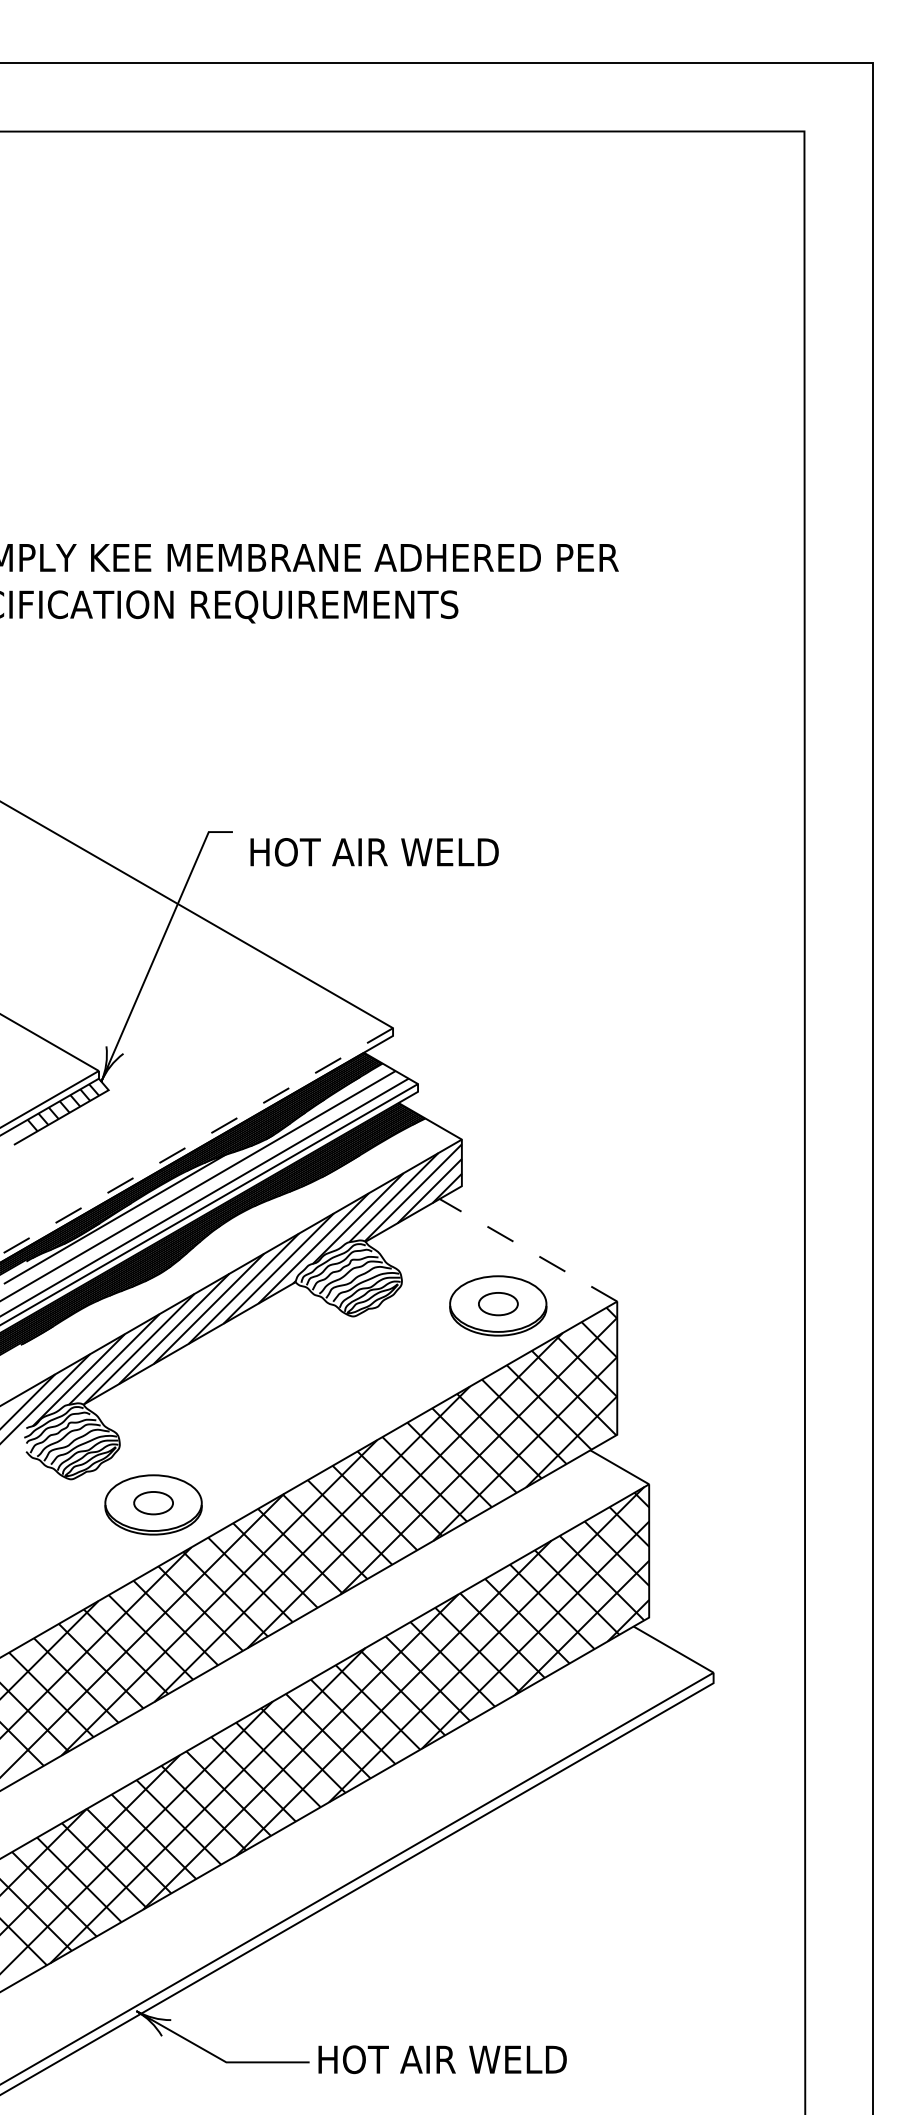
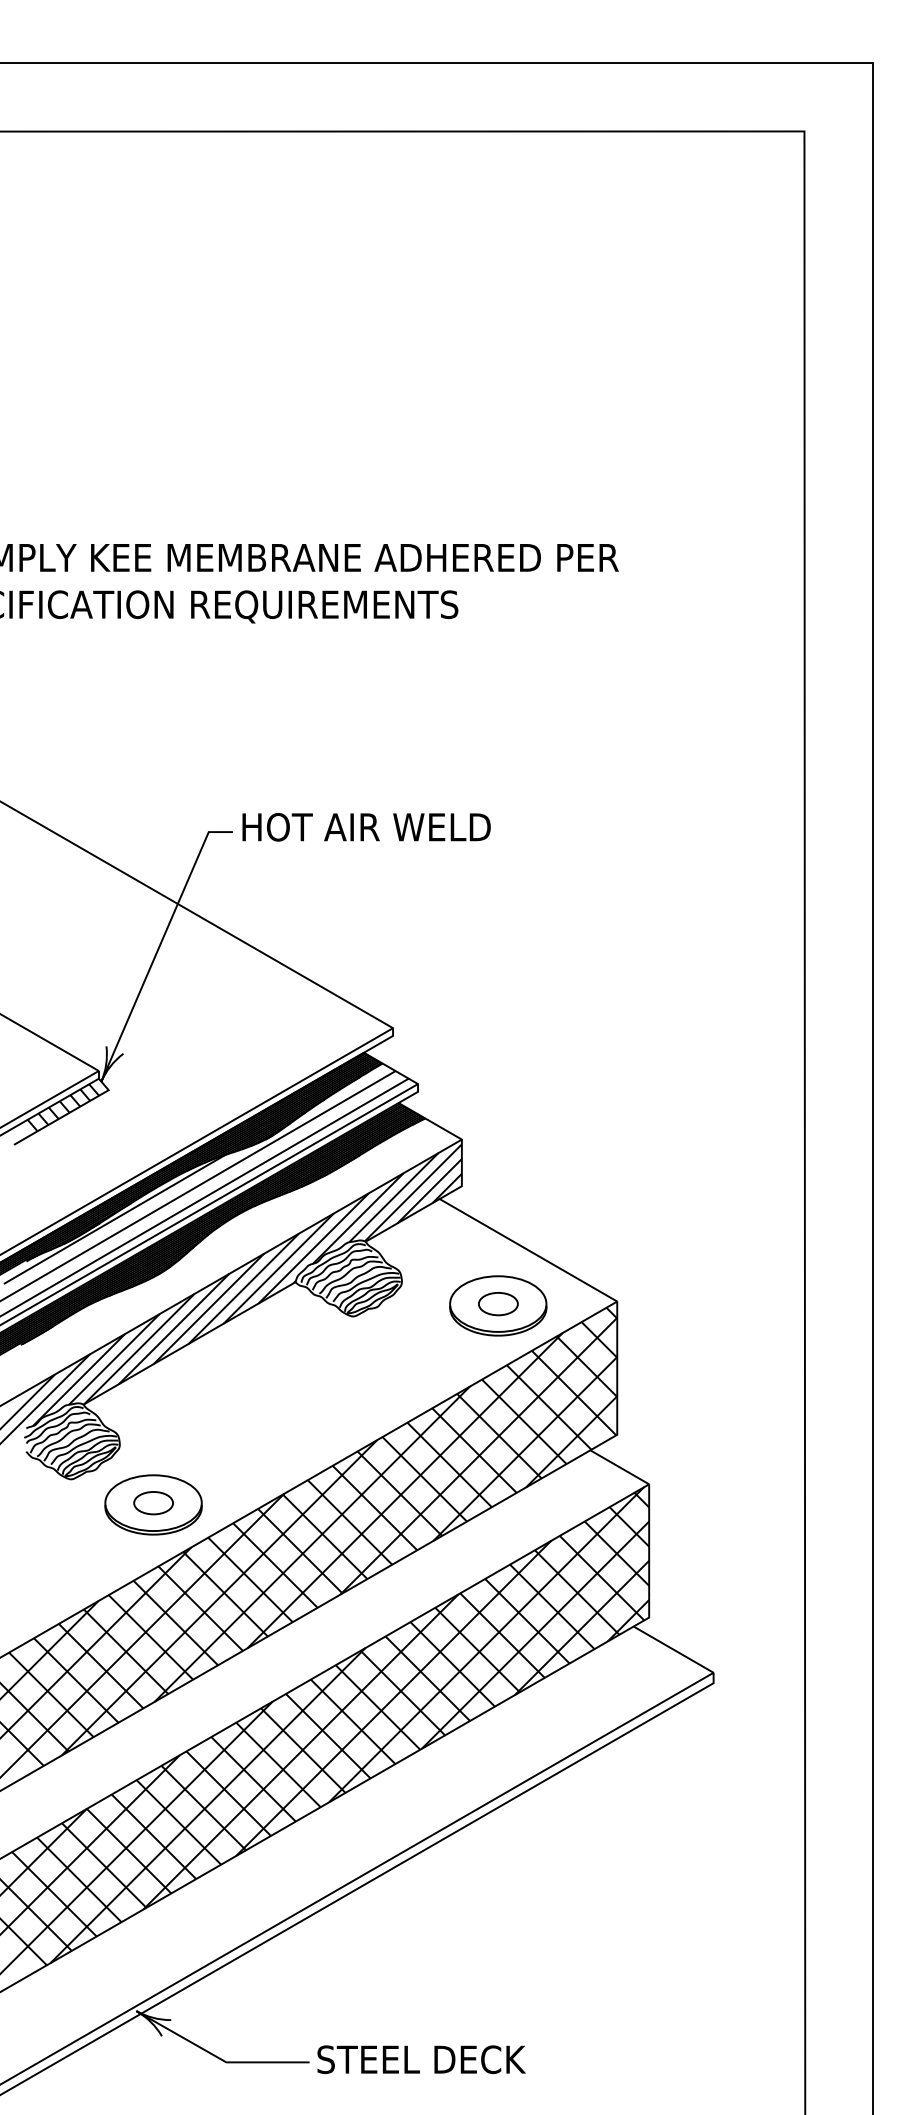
text at (374, 852) position: (374, 852) -> (366, 827)
line at (196, 1141): dashed -> solid
line at (528, 1250): dashed -> solid
text at (441, 2059): HOT AIR WELD -> STEEL DECK
